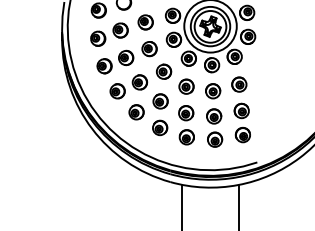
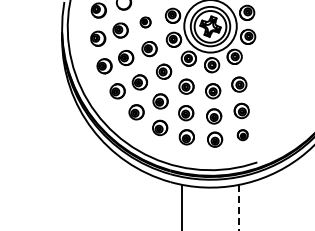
part at (145, 22) size: 17x17 px -> 13x13 px
part at (242, 135) size: 17x17 px -> 13x13 px
line at (239, 207): solid -> dashed
